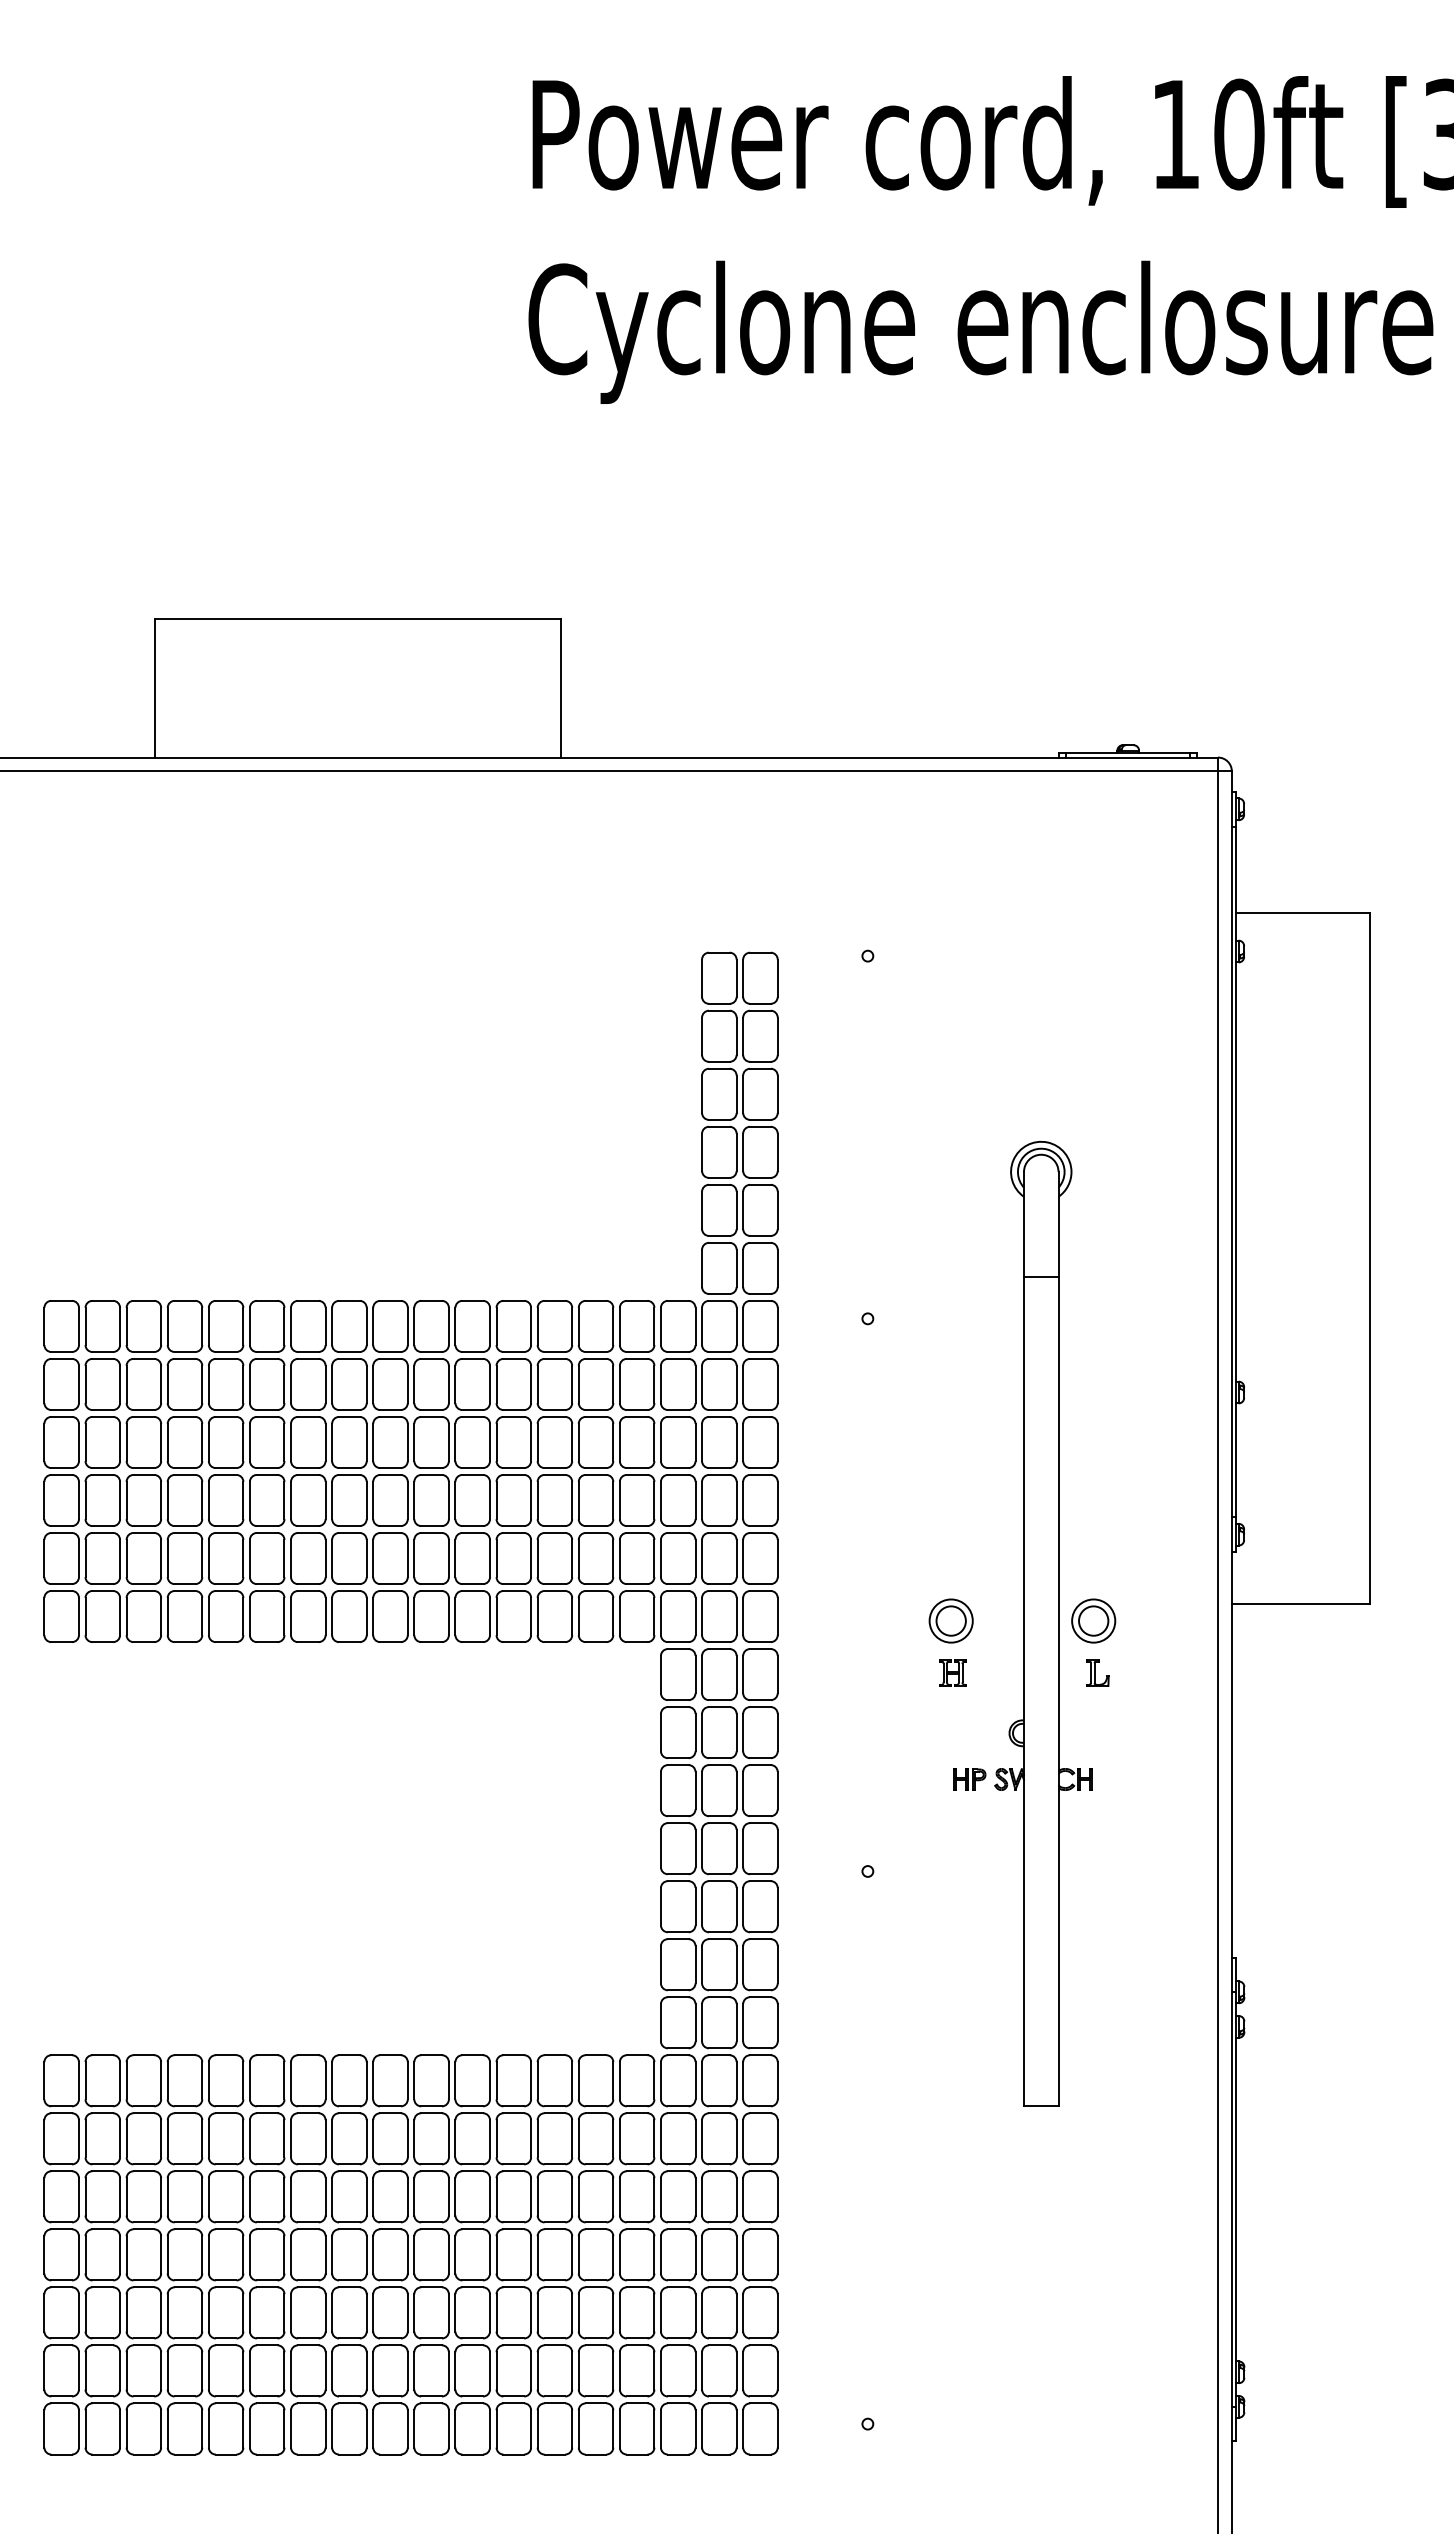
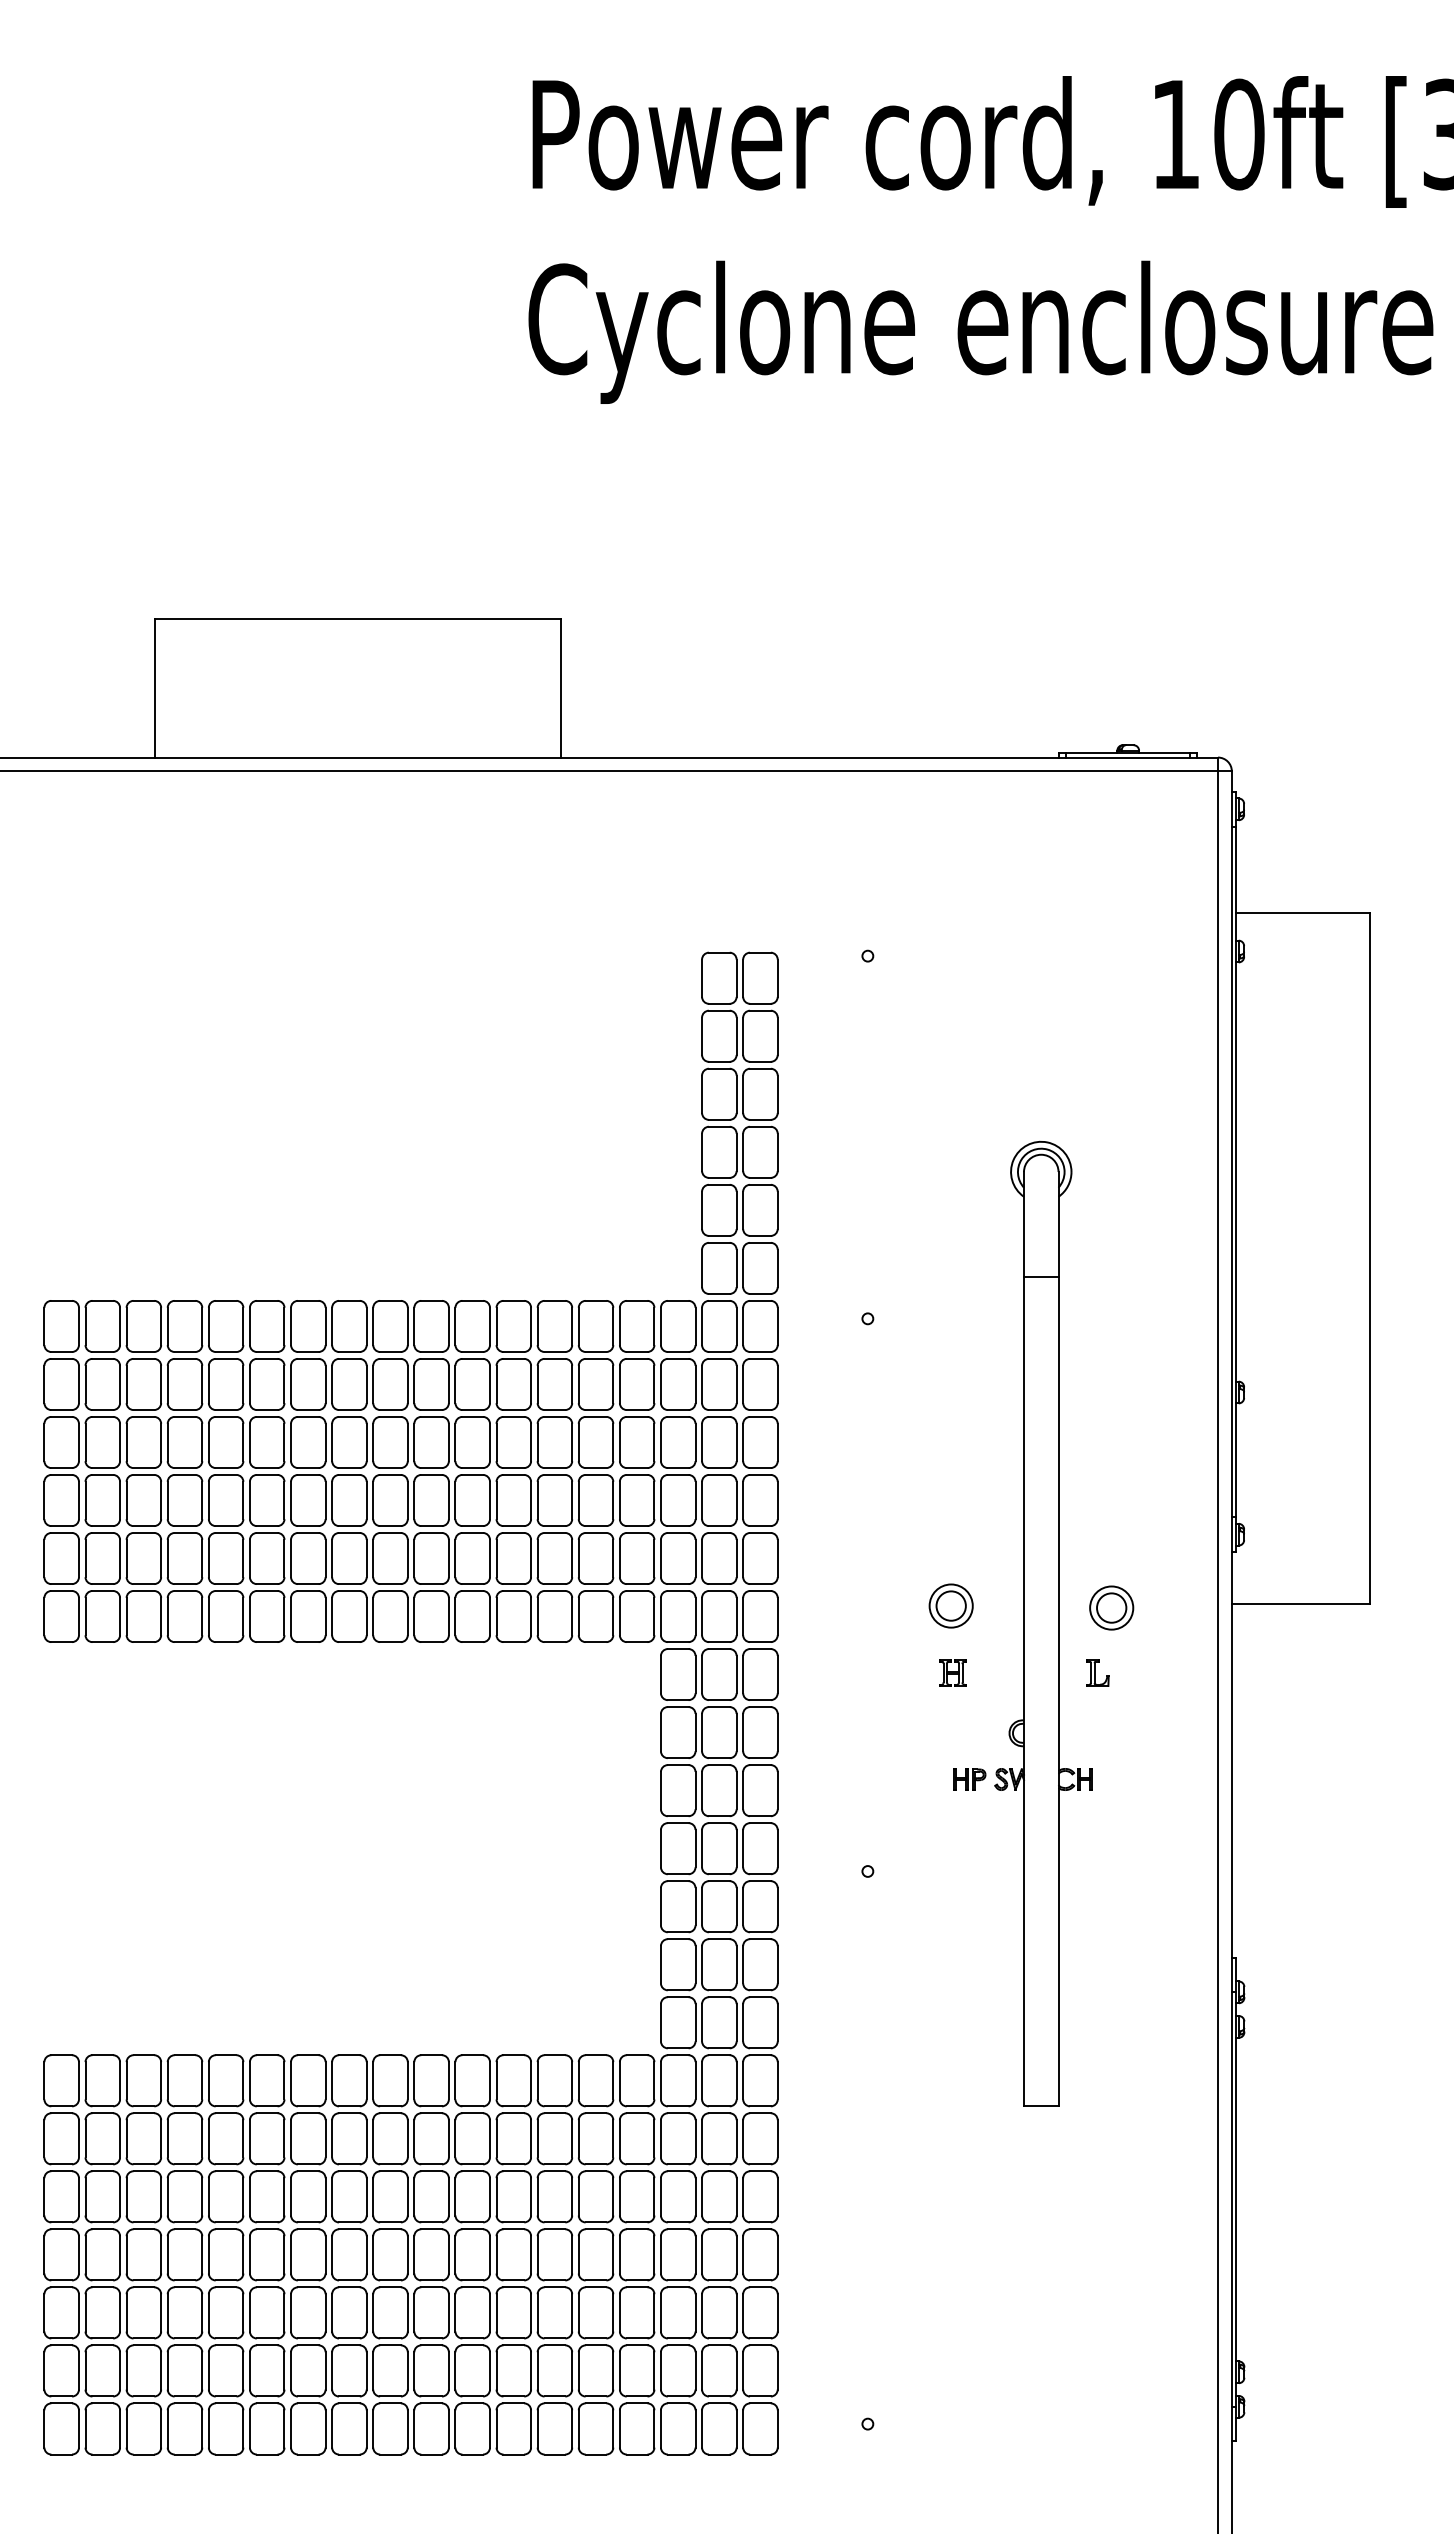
part at (950, 1620) position: (950, 1620) -> (950, 1605)
part at (1093, 1620) position: (1093, 1620) -> (1111, 1607)
